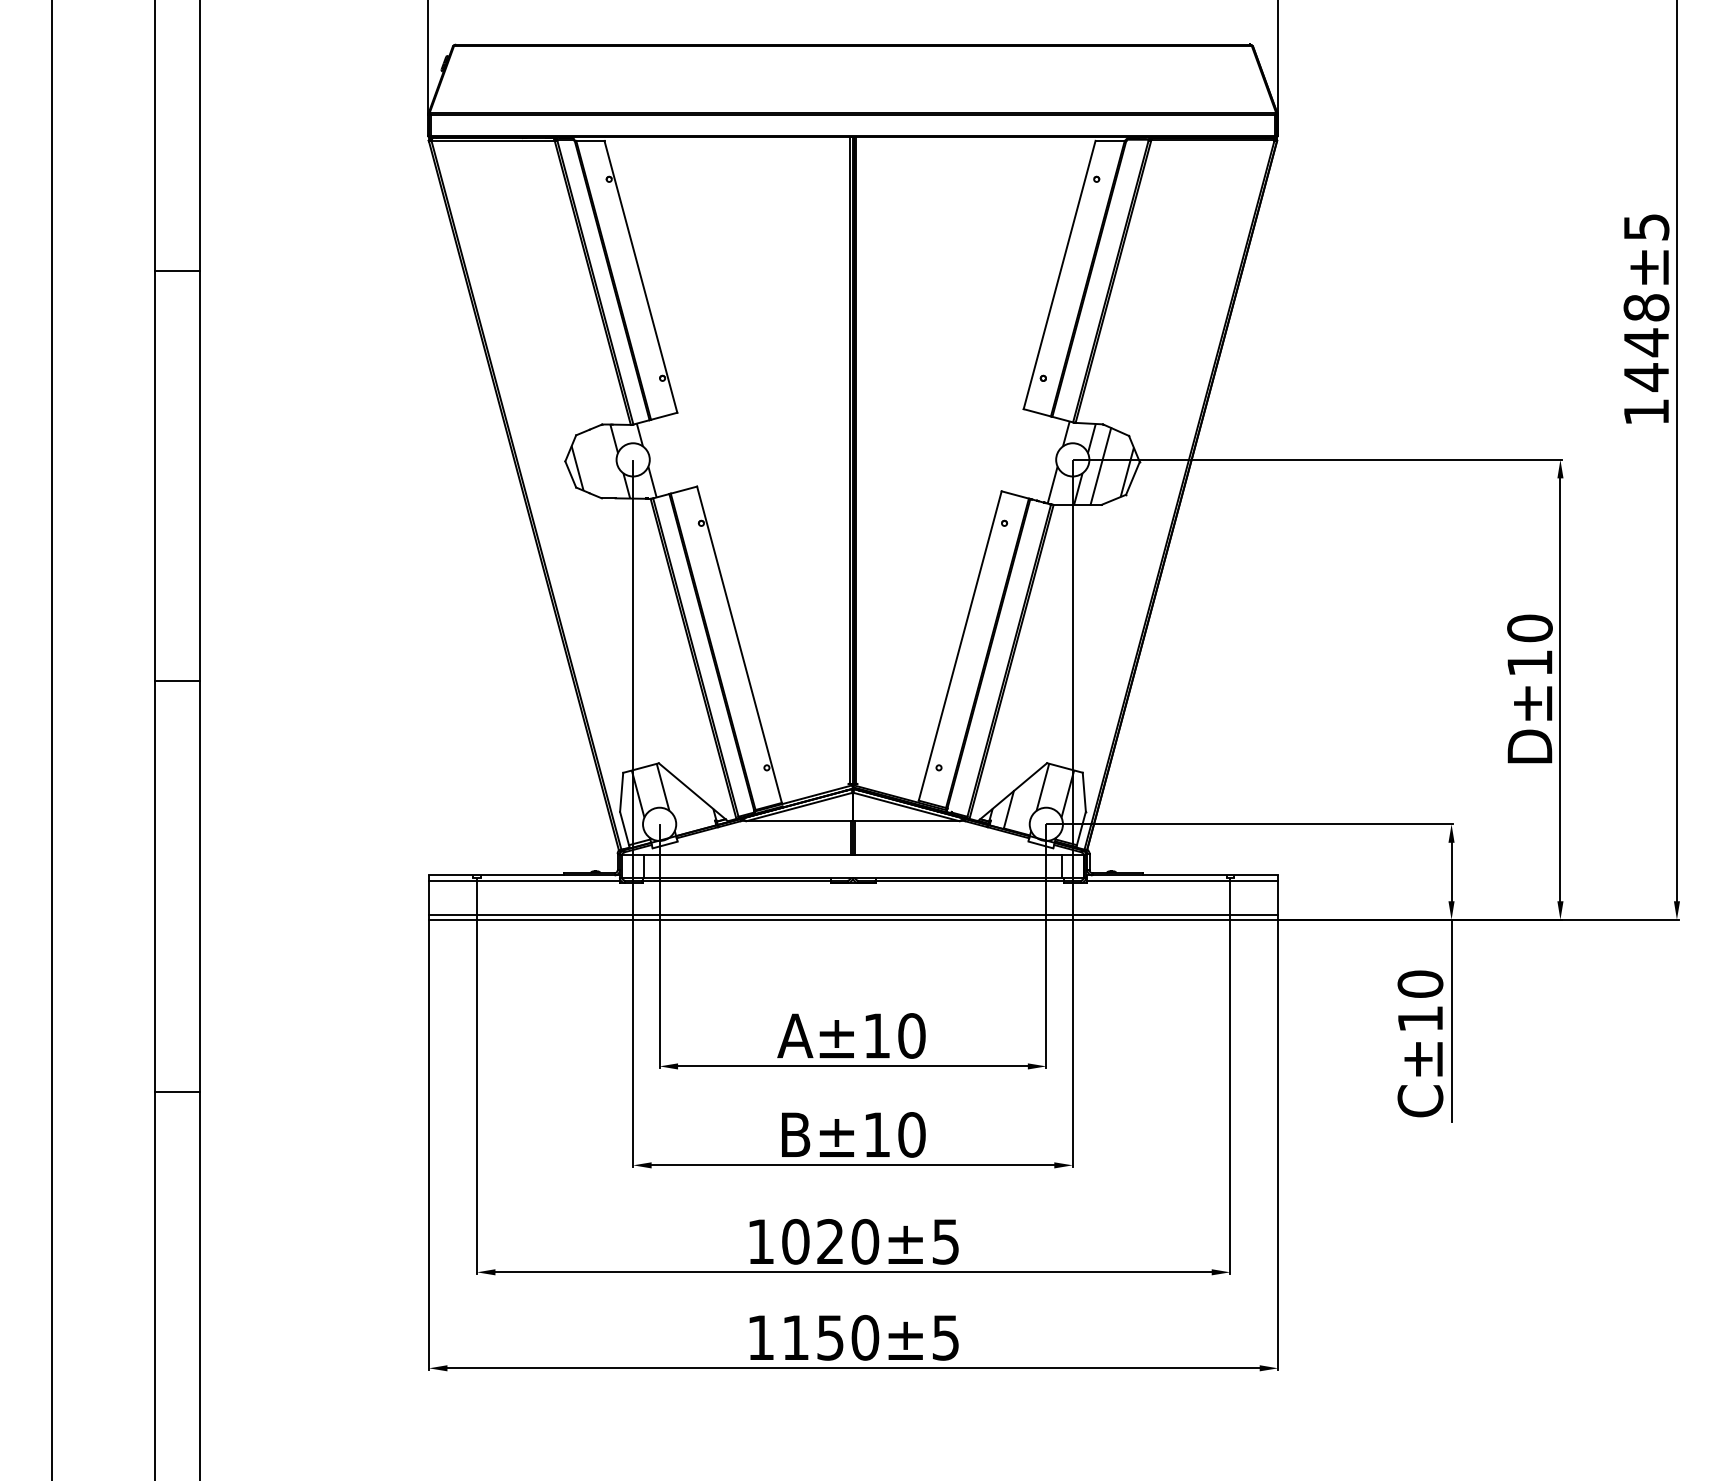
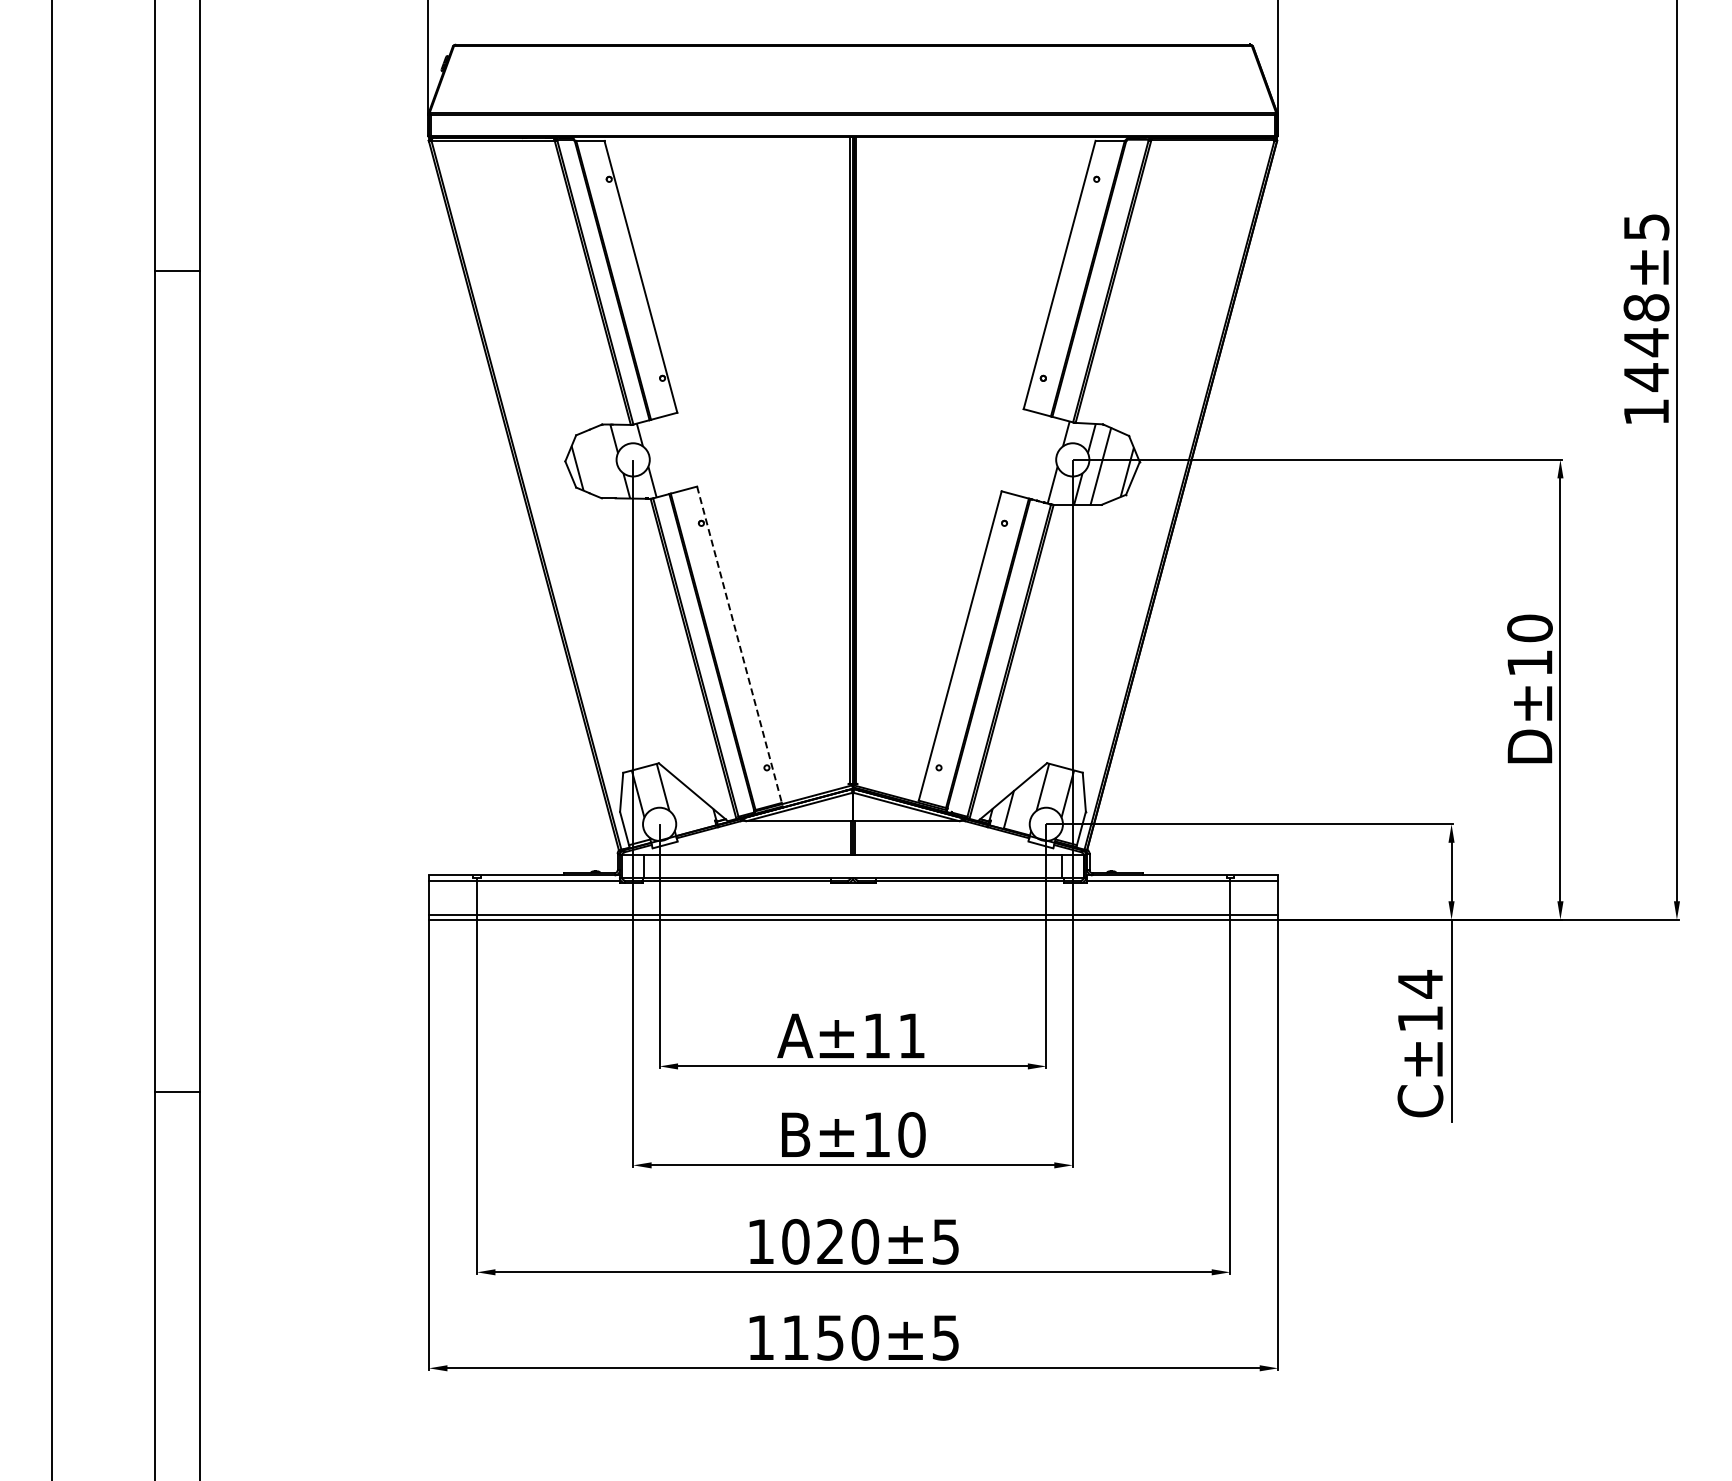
line at (739, 644): solid -> dashed
line at (177, 681): present -> none
text at (1420, 984): C±10 -> C±14
text at (911, 1035): A±10 -> A±11
